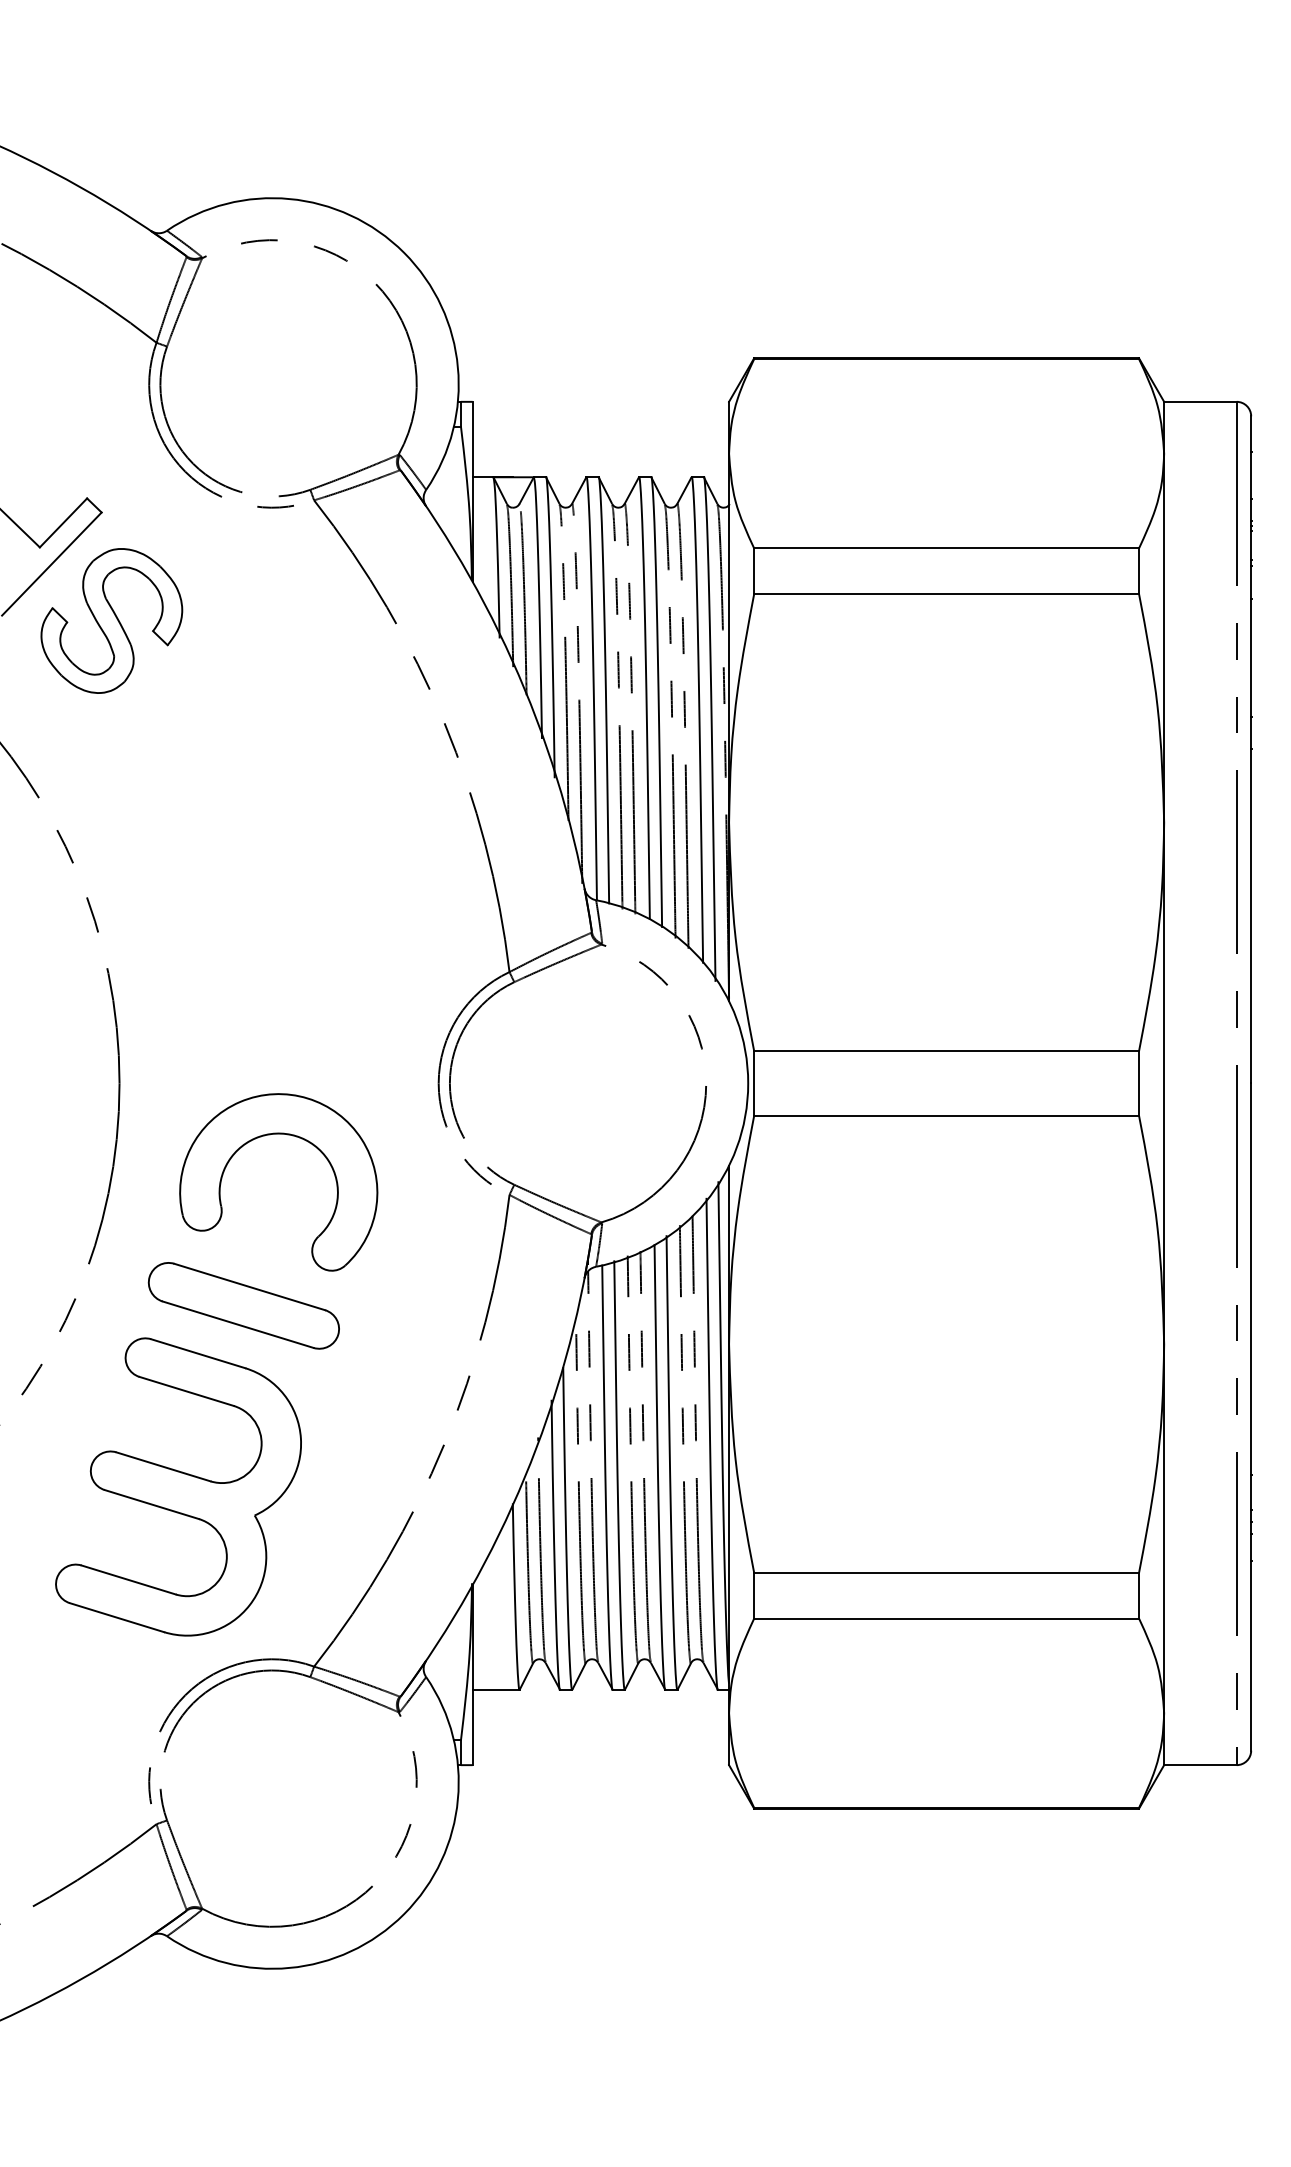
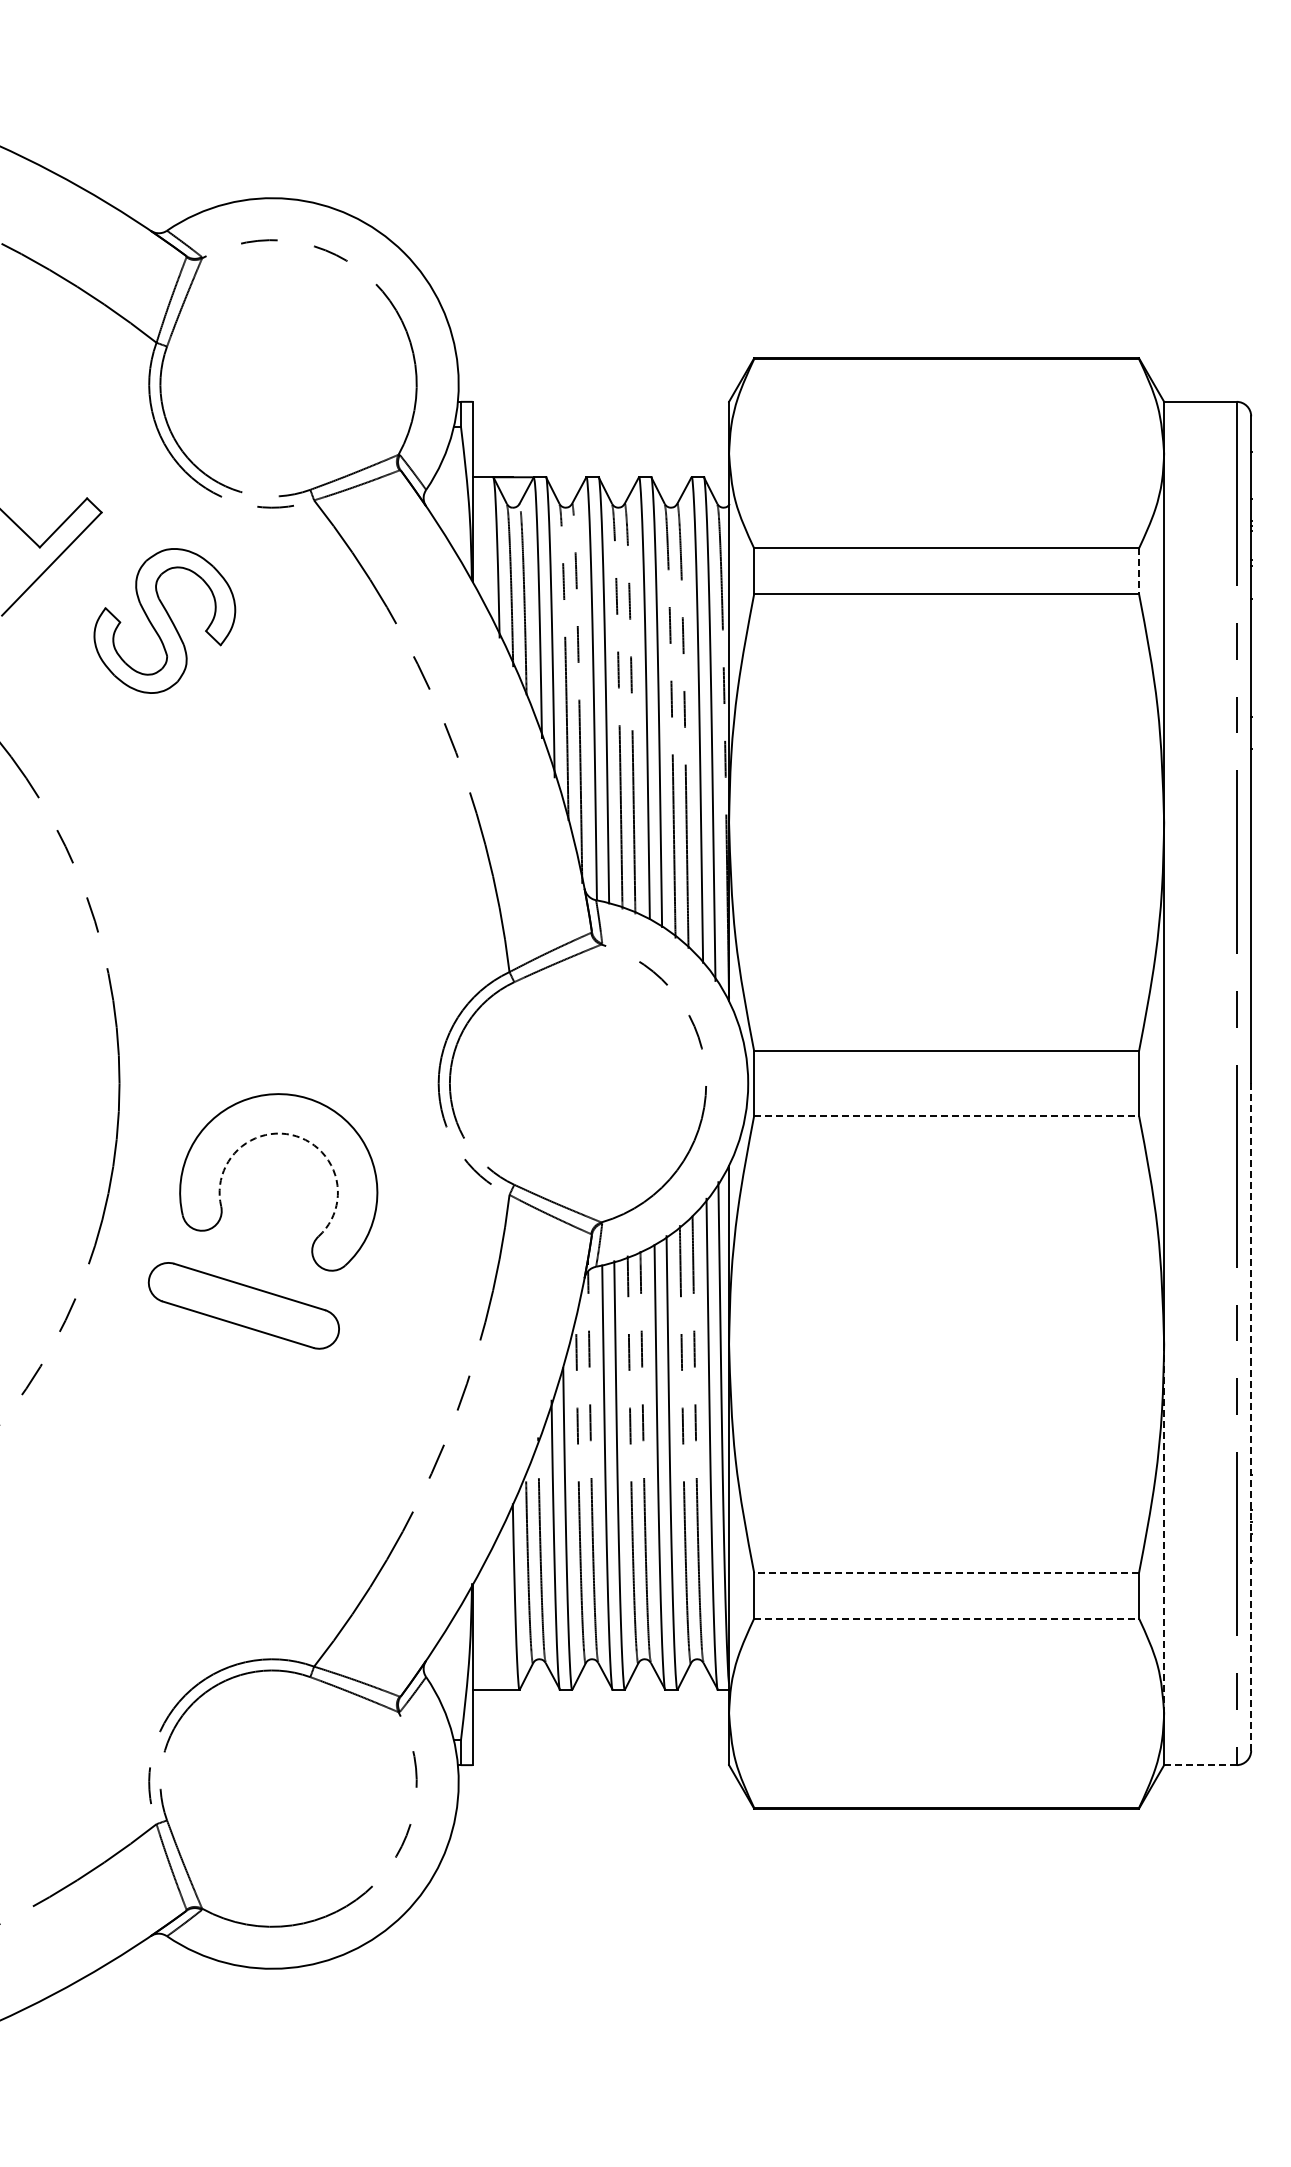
line at (1139, 571): solid -> dashed
part at (111, 620) position: (111, 620) -> (164, 620)
line at (947, 1115): solid -> dashed
arc at (296, 1136): solid -> dashed
line at (1251, 1417): solid -> dashed
part at (178, 1486): present -> none
line at (1164, 1529): solid -> dashed
line at (946, 1572): solid -> dashed
line at (947, 1618): solid -> dashed
line at (1200, 1765): solid -> dashed
